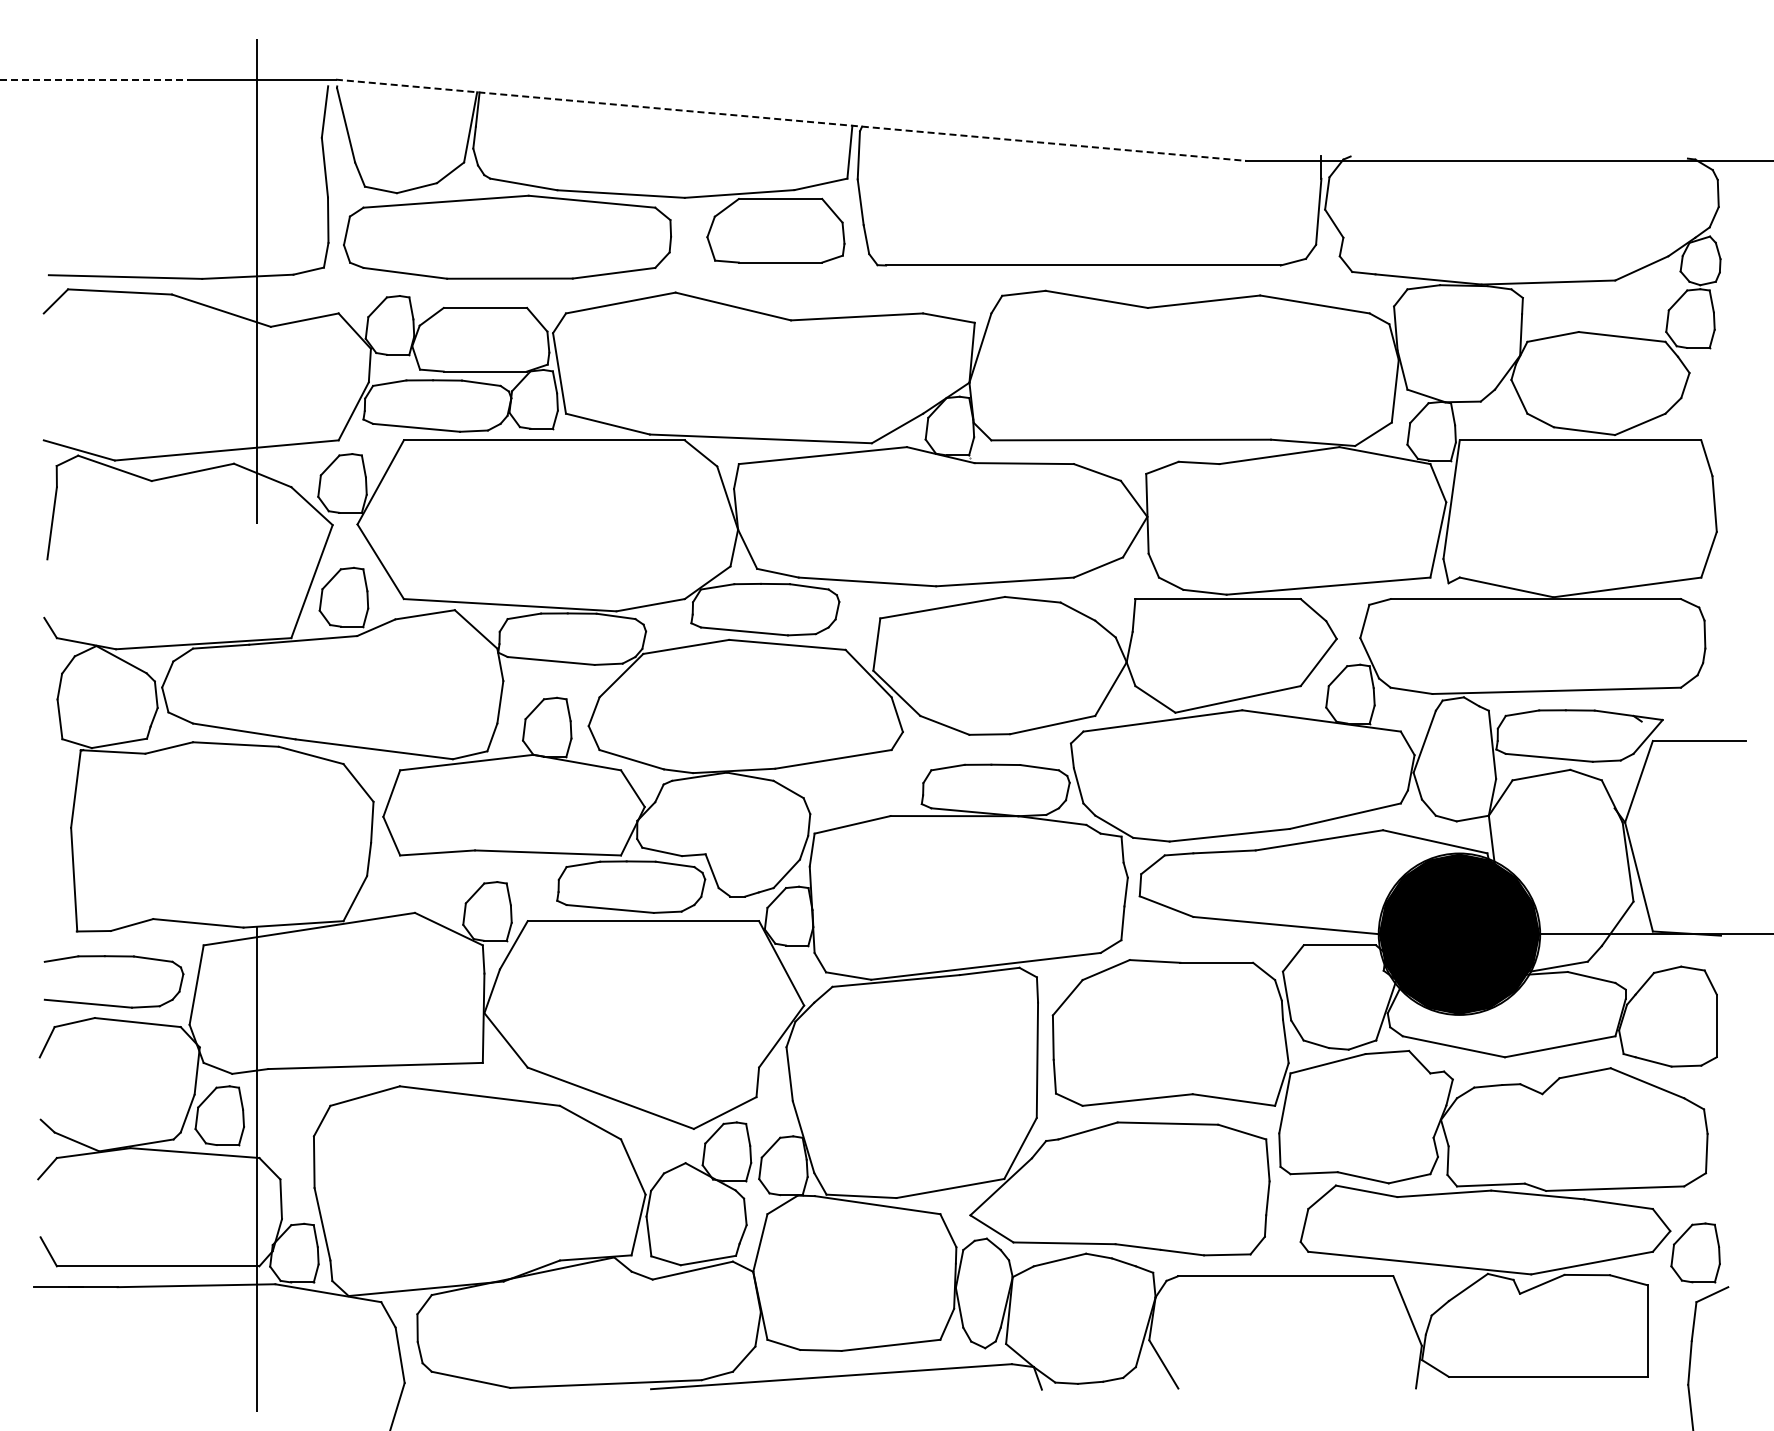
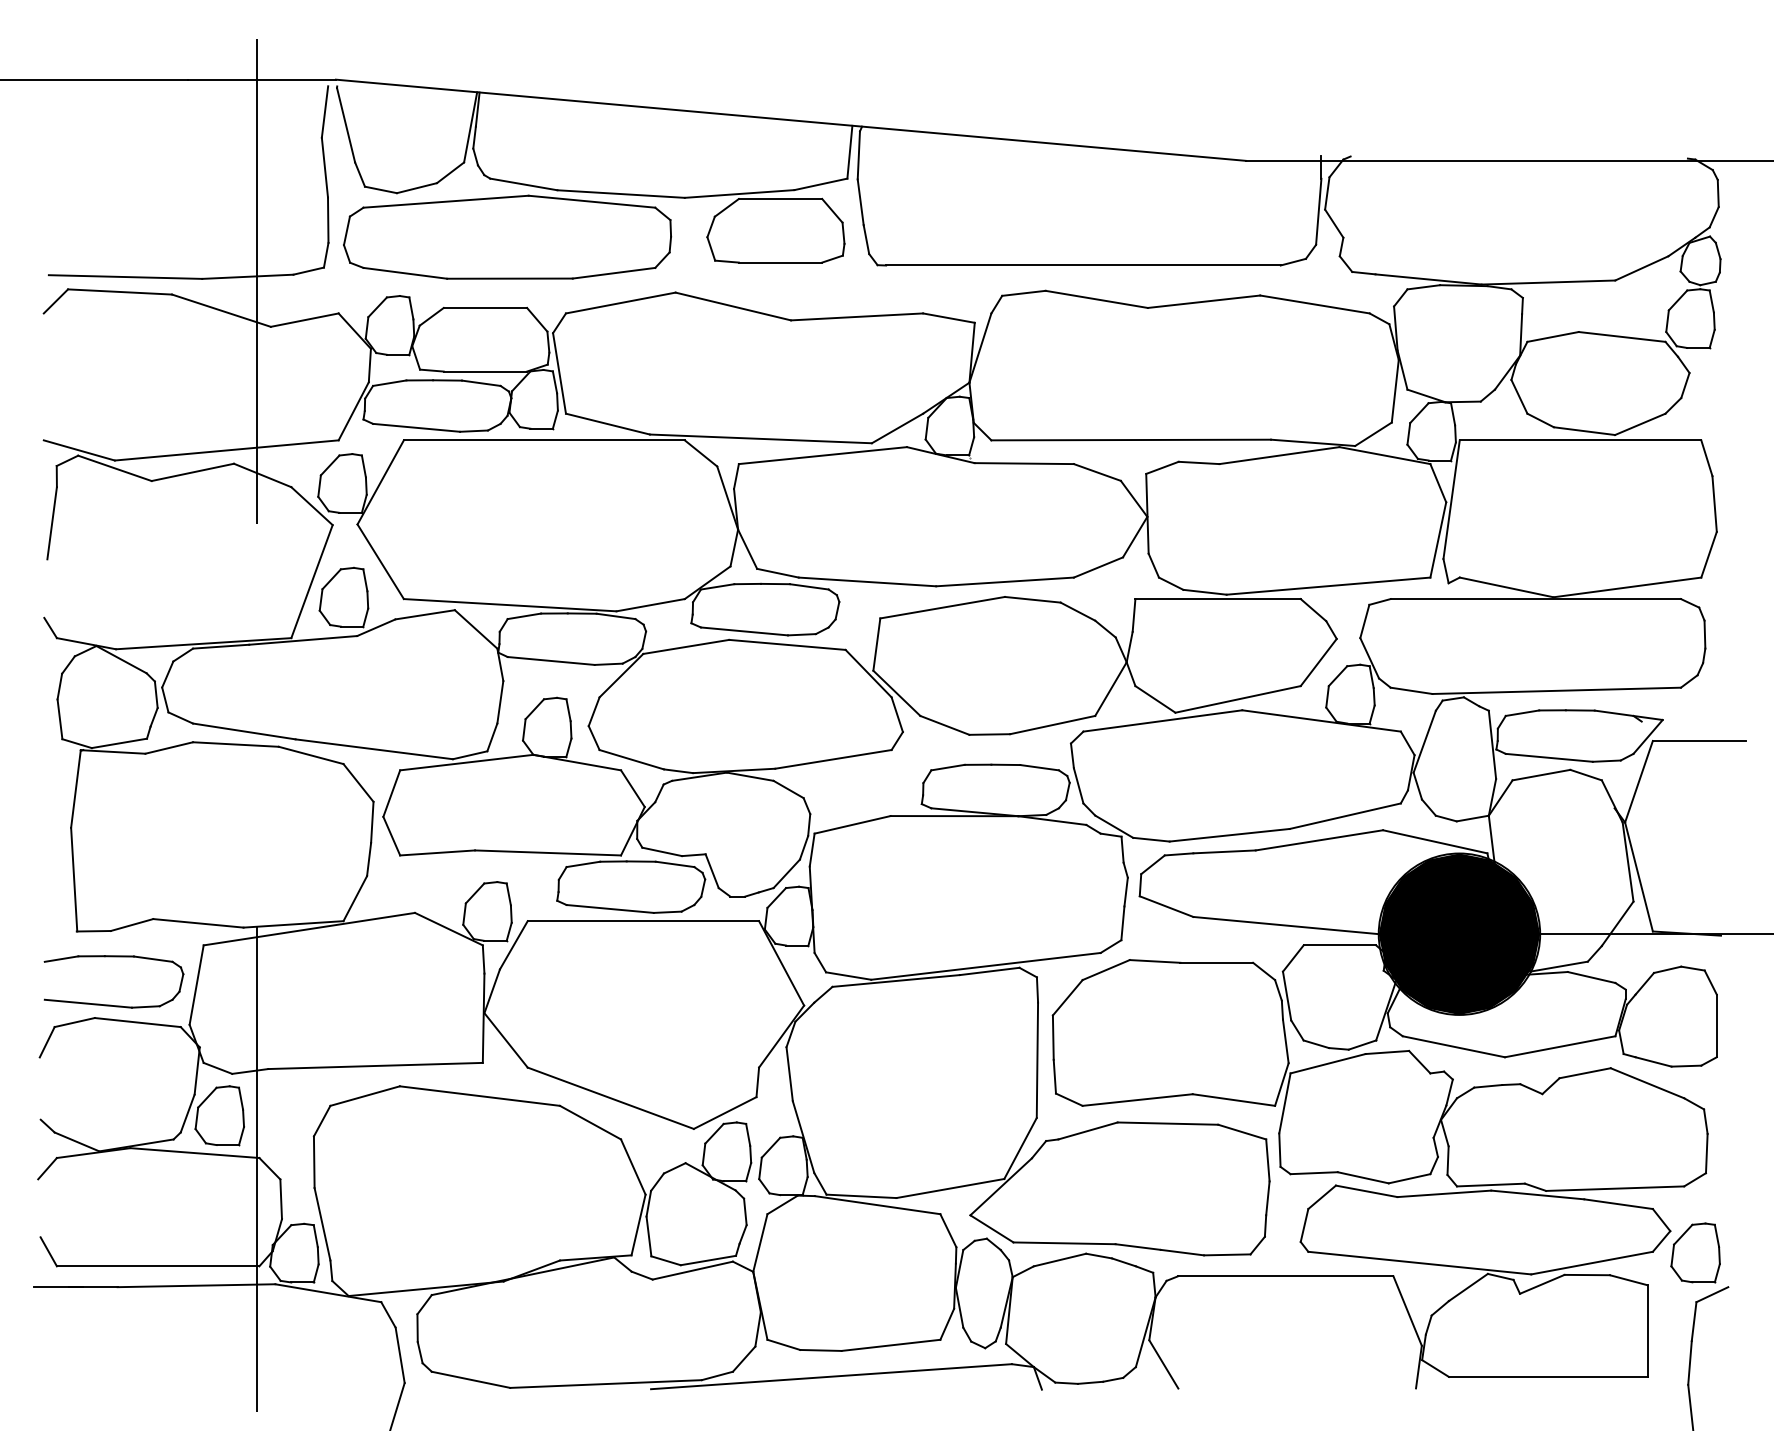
line at (94, 79): dashed -> solid
line at (791, 120): dashed -> solid
